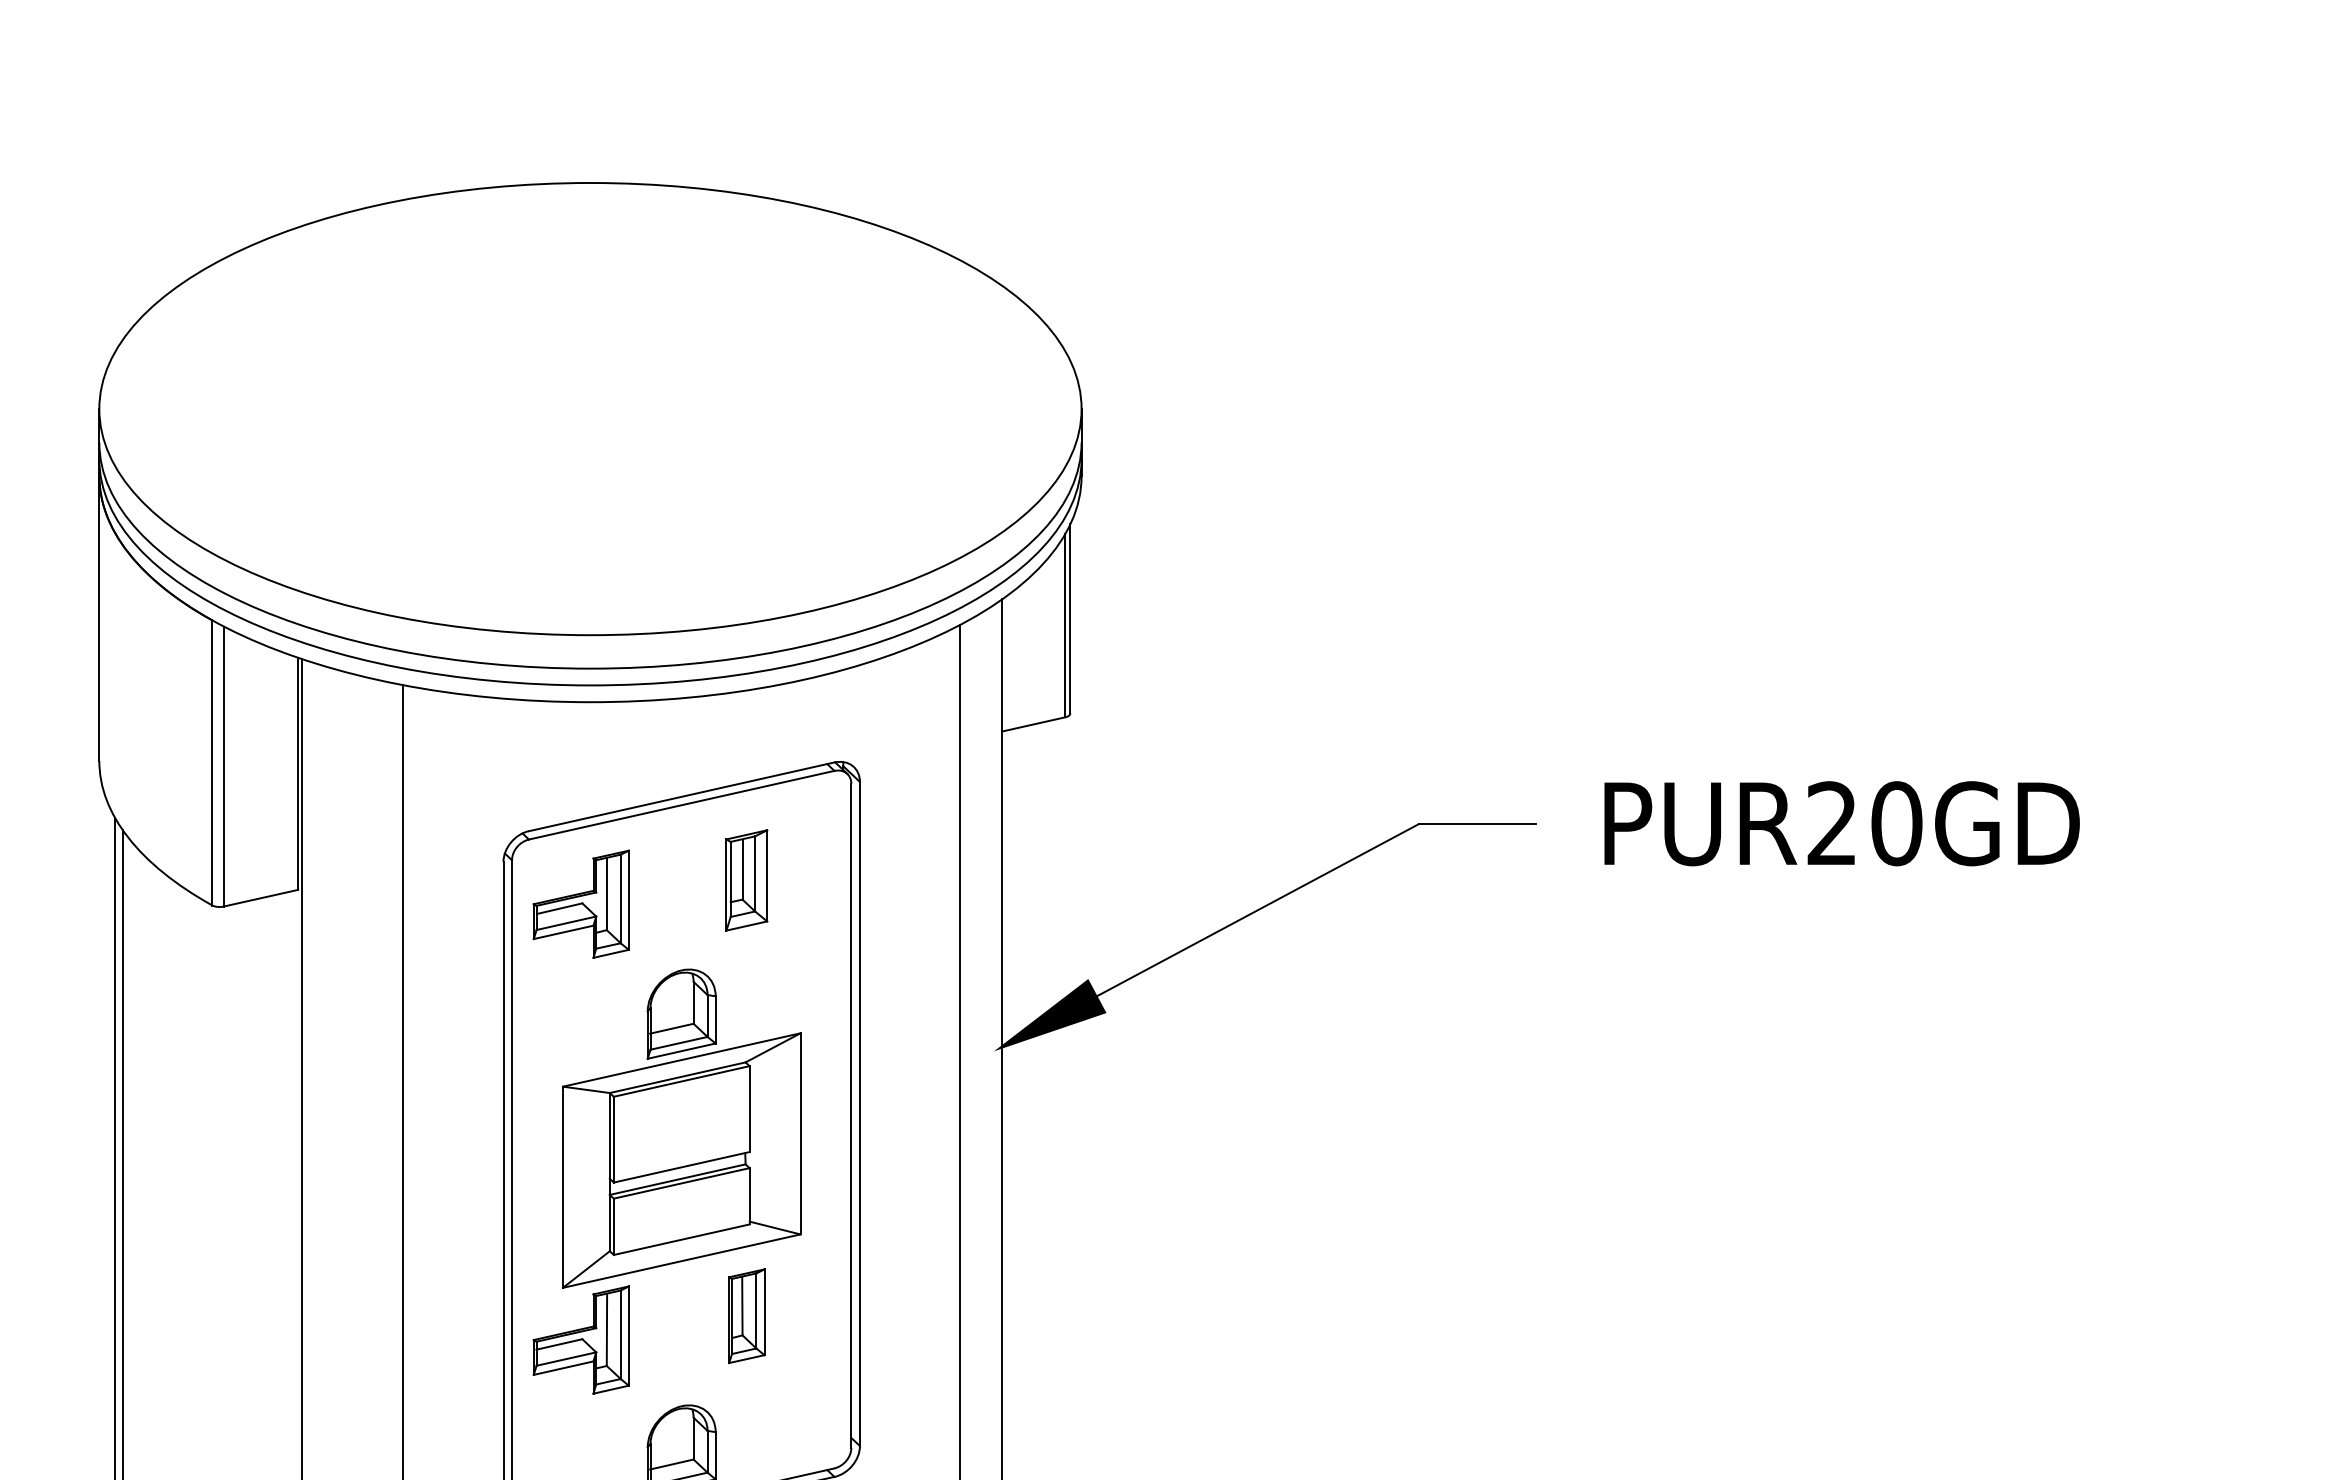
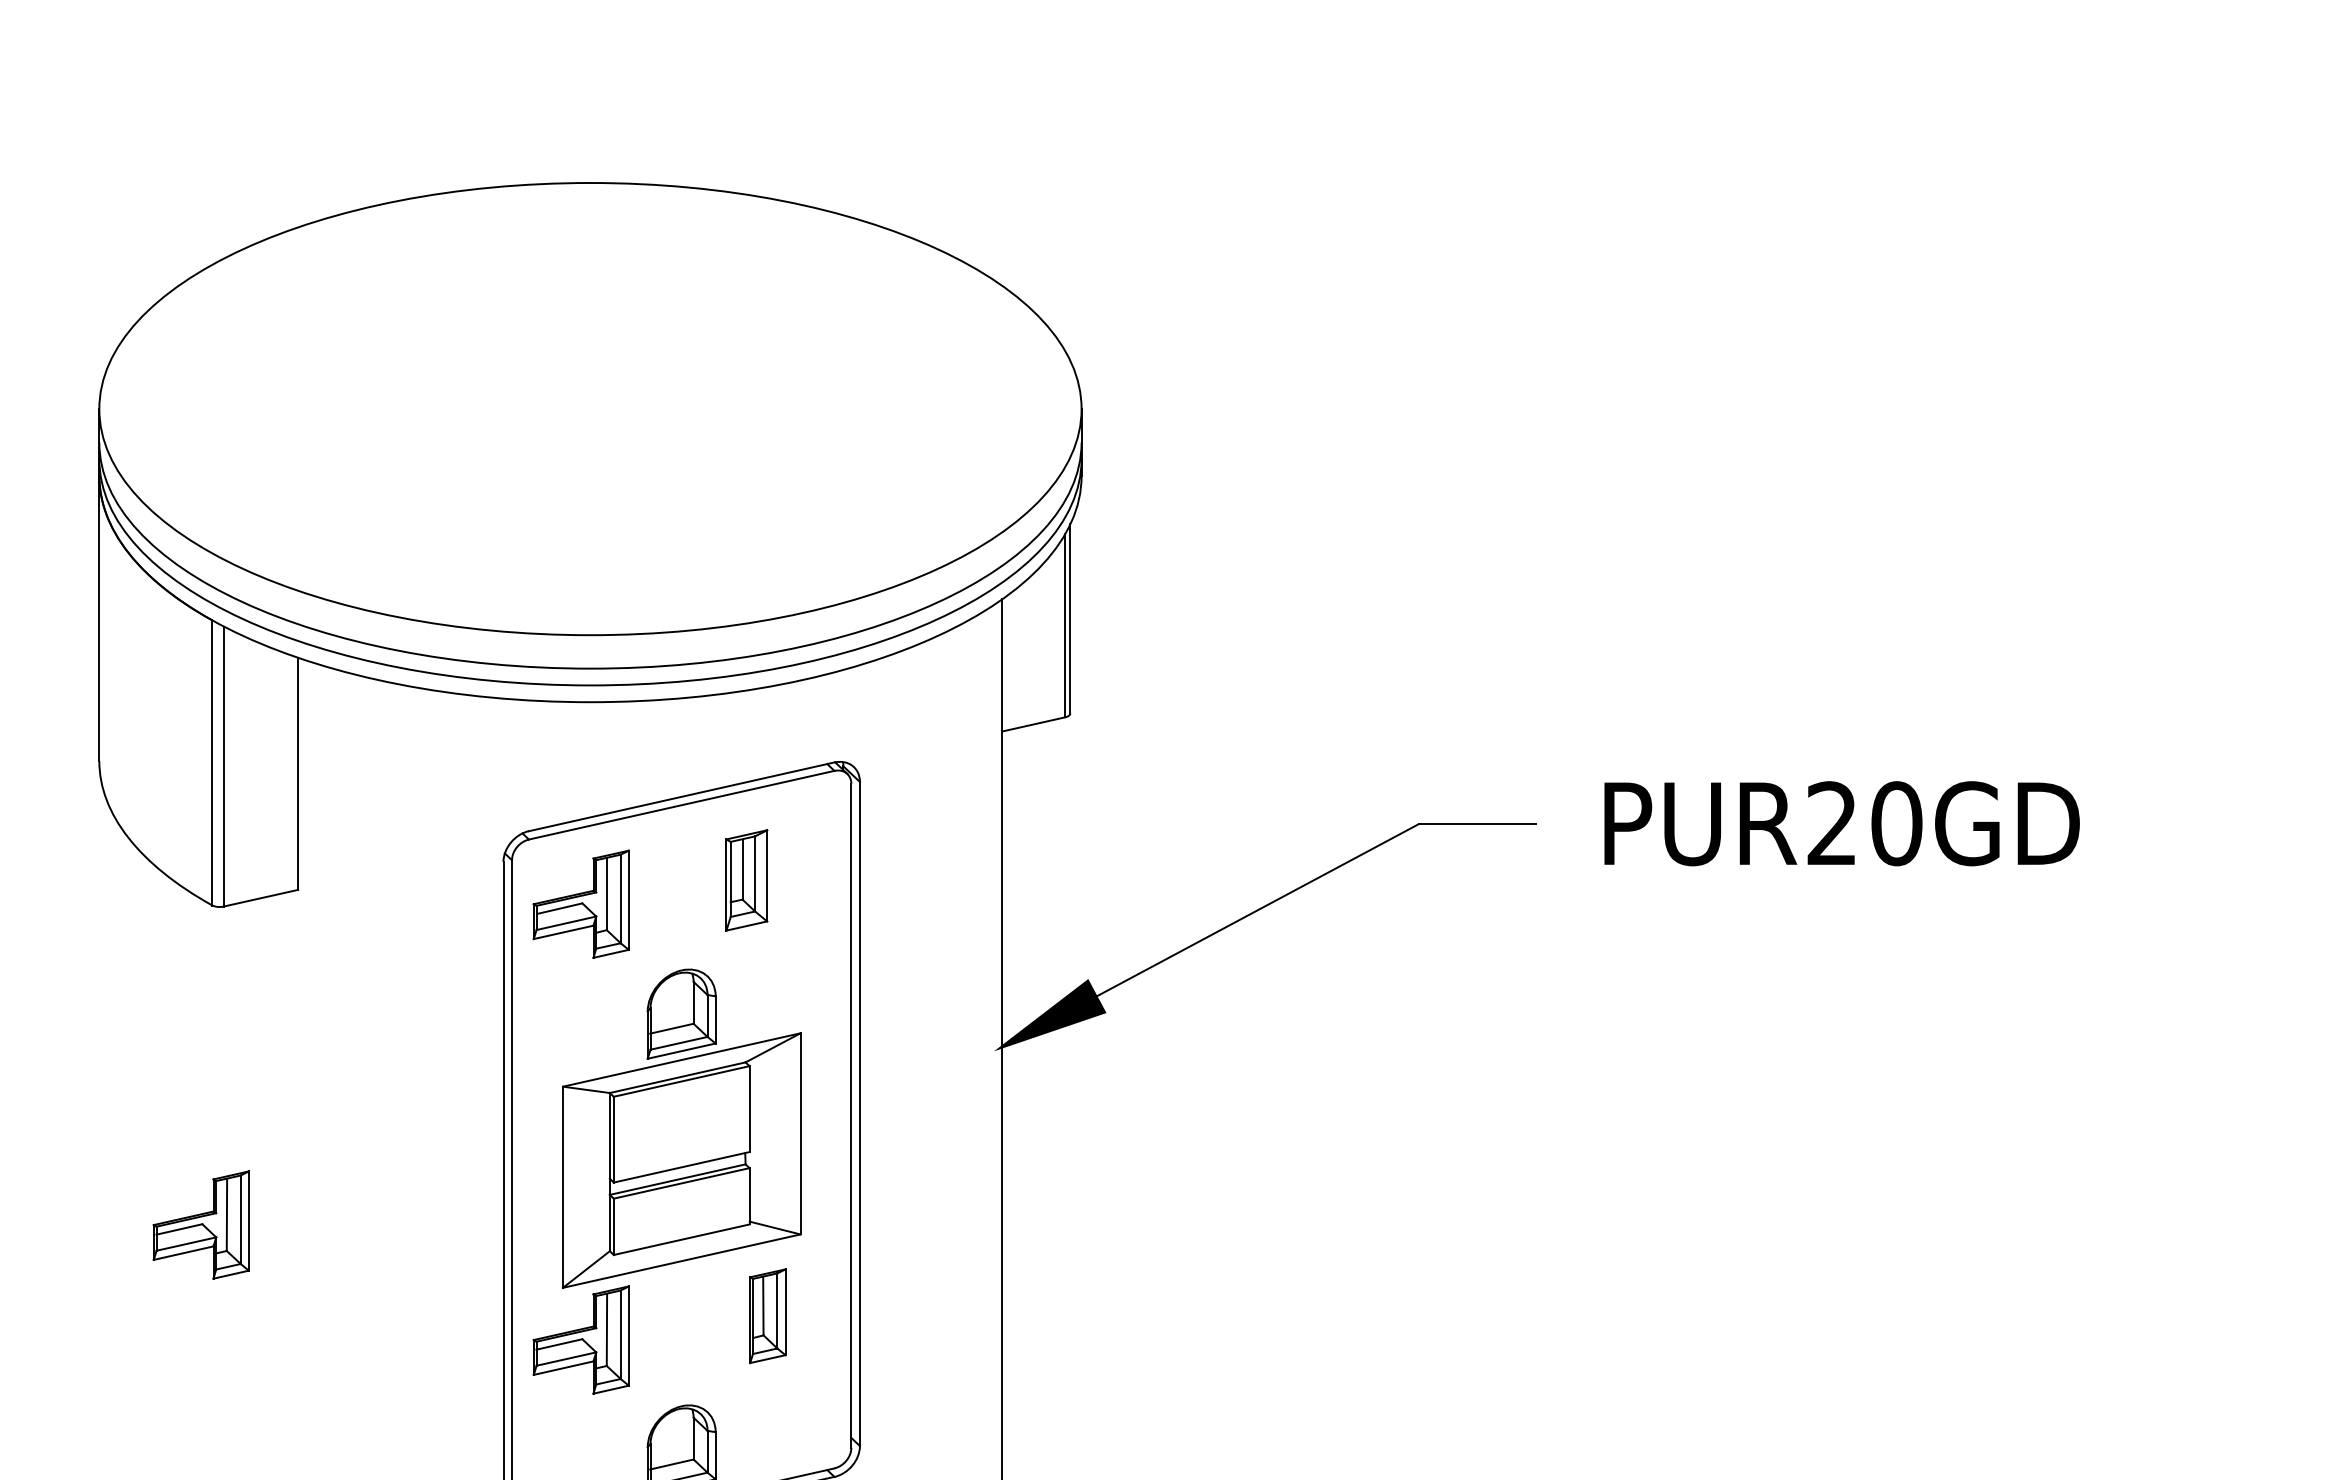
line at (960, 1050): present -> none
line at (302, 1067): present -> none
line at (403, 1080): present -> none
line at (114, 1146): present -> none
line at (122, 1153): present -> none
part at (200, 1224): none -> present
part at (746, 1316) position: (746, 1316) -> (767, 1316)
